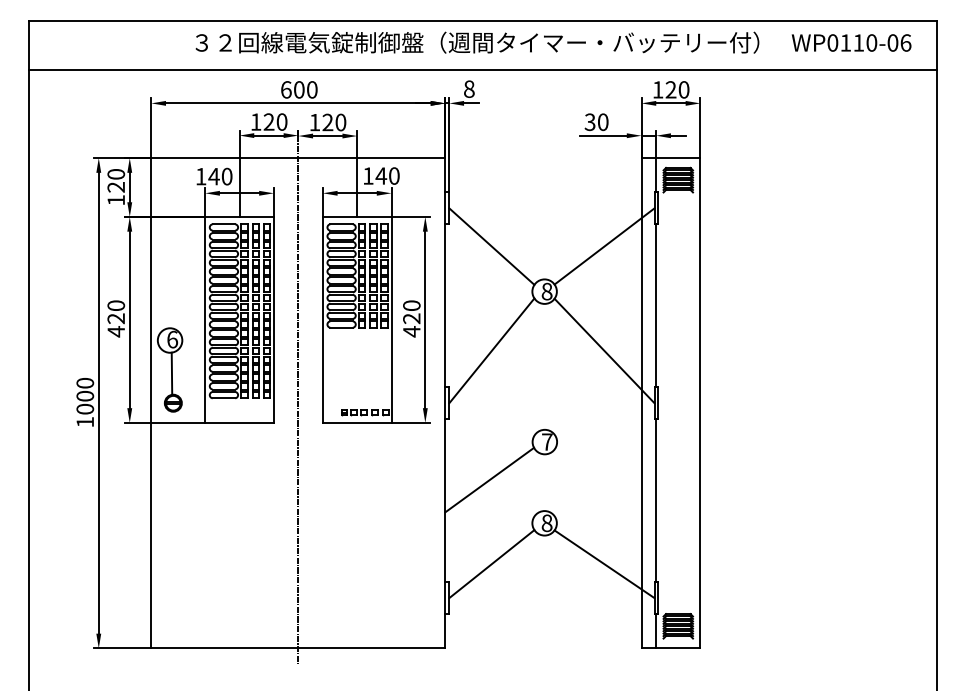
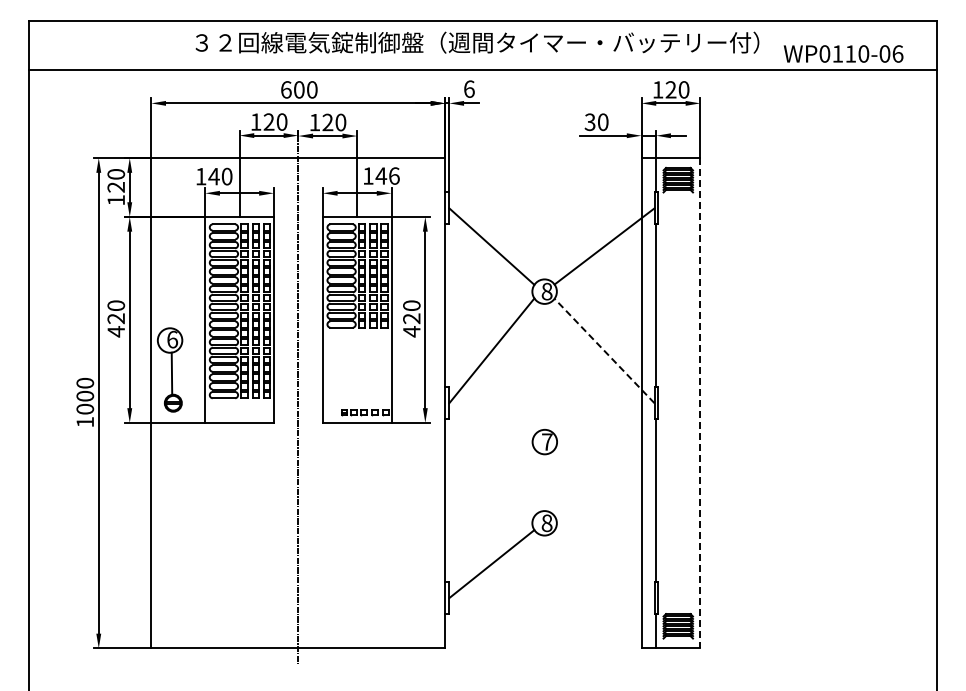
text at (851, 42) position: (851, 42) -> (843, 53)
text at (469, 88): 8 -> 6
text at (394, 175): 140 -> 146
line at (604, 350): solid -> dashed
line at (700, 403): solid -> dashed
line at (489, 479): present -> none
line at (604, 564): present -> none
